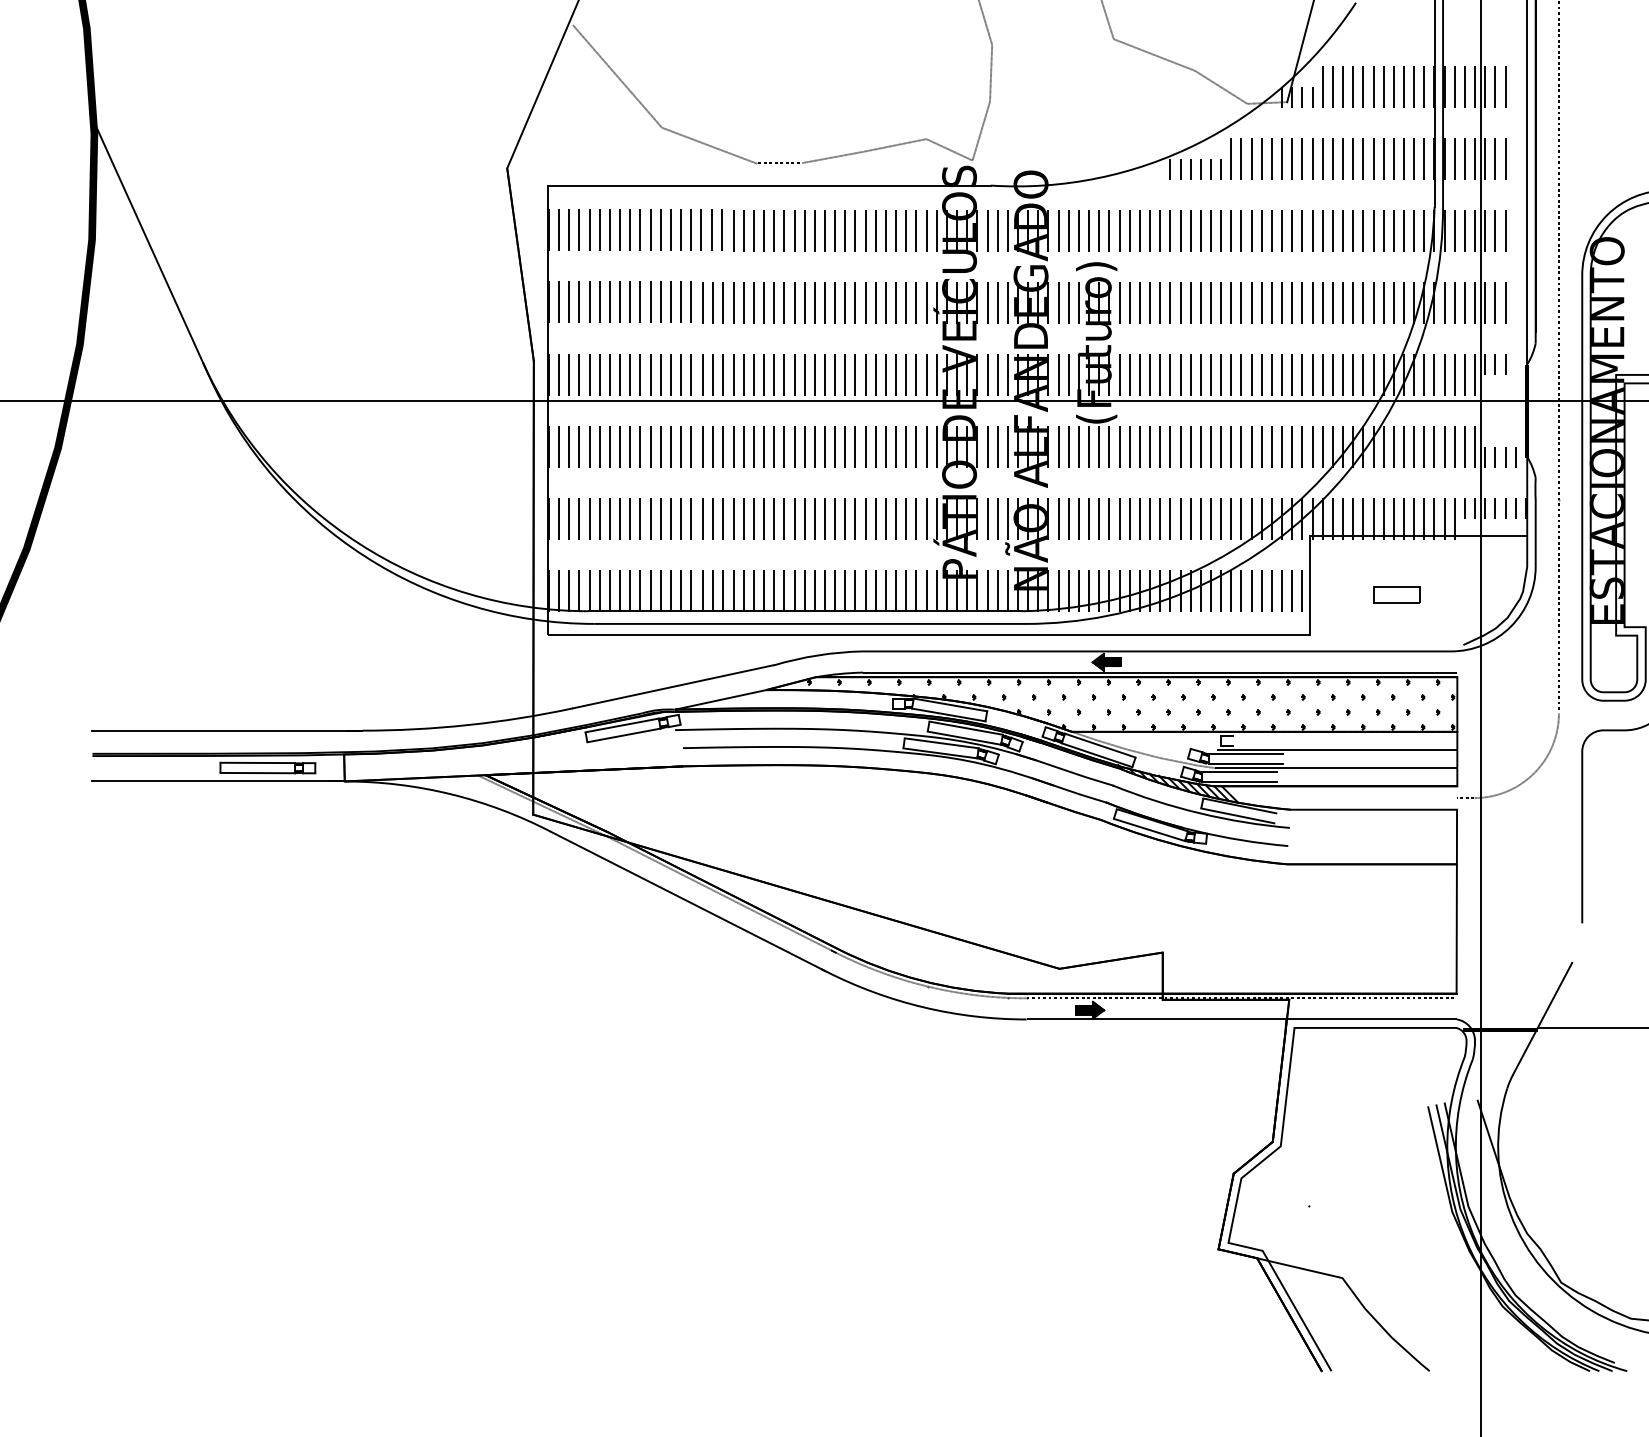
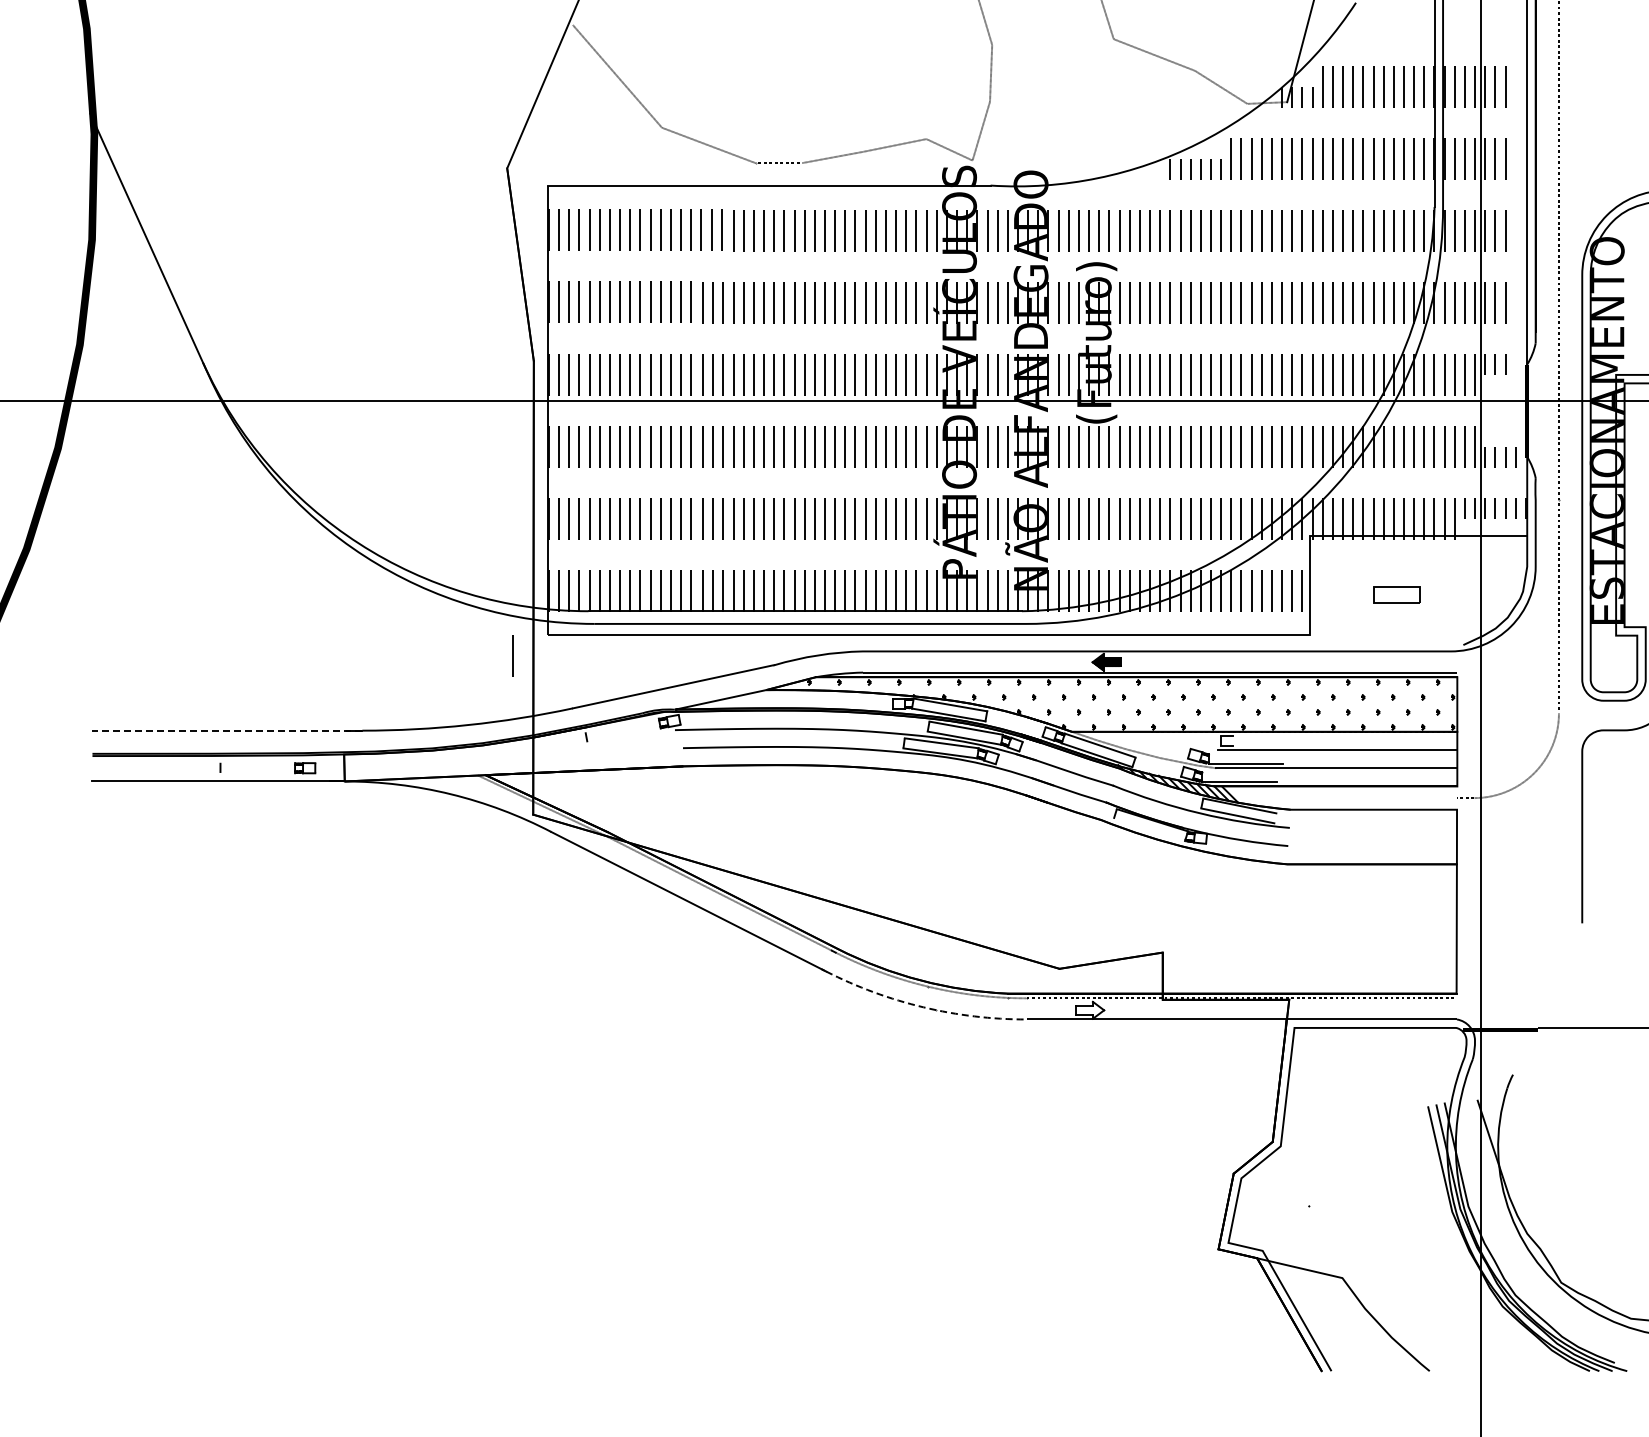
line at (512, 655): none -> present
line at (621, 725): present -> none
line at (227, 730): solid -> dashed
line at (623, 735): present -> none
line at (1245, 754): present -> none
line at (257, 762): present -> none
line at (257, 772): present -> none
line at (1238, 772): present -> none
line at (1149, 829): present -> none
arc at (923, 1007): solid -> dashed
hatch at (1090, 1009): present -> none
line at (1542, 1018): present -> none
